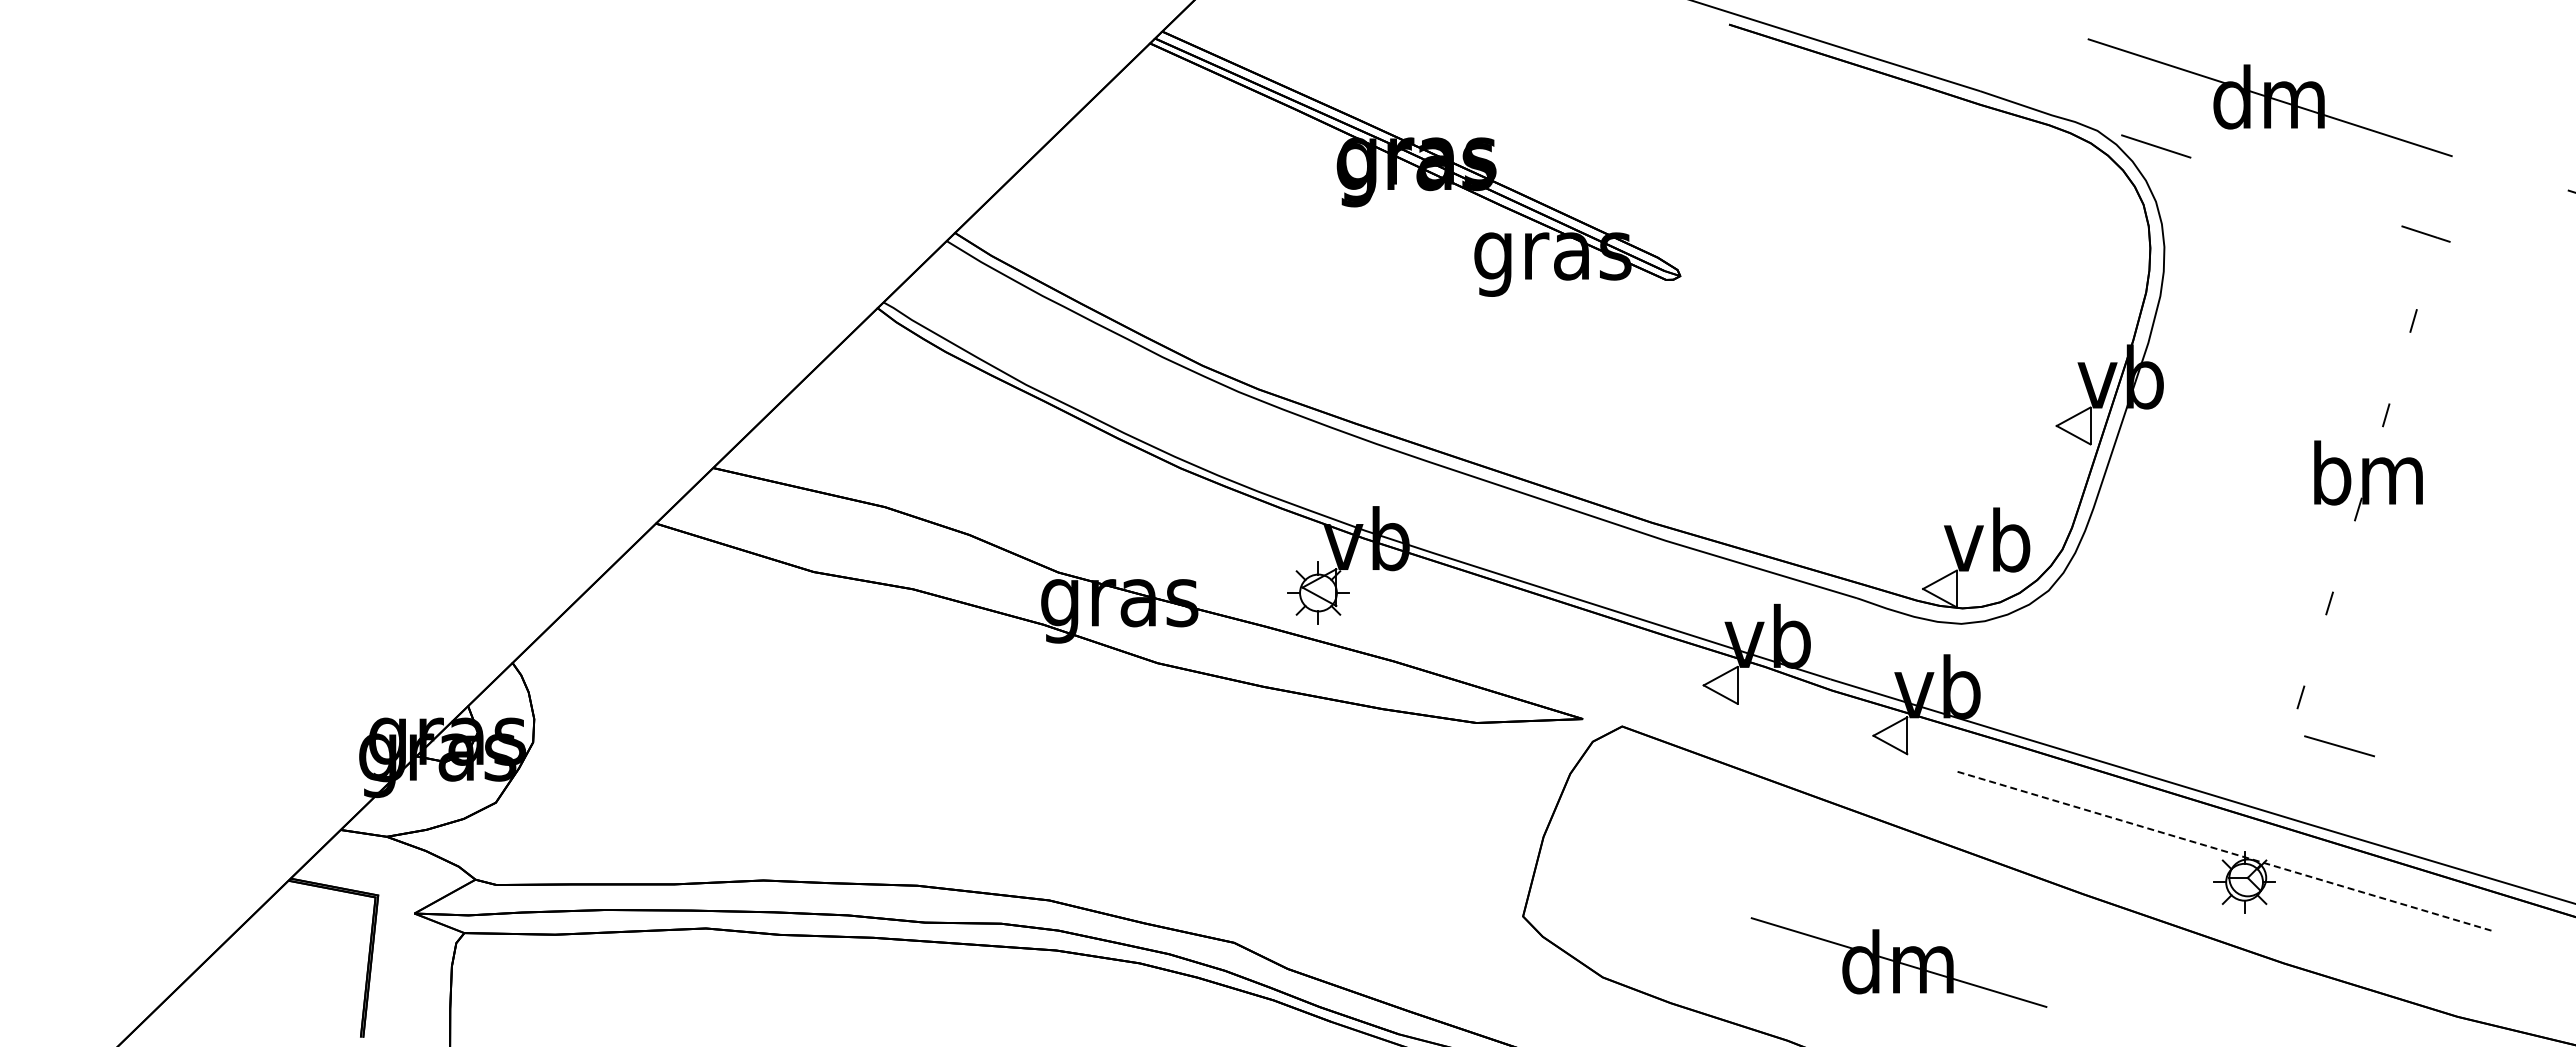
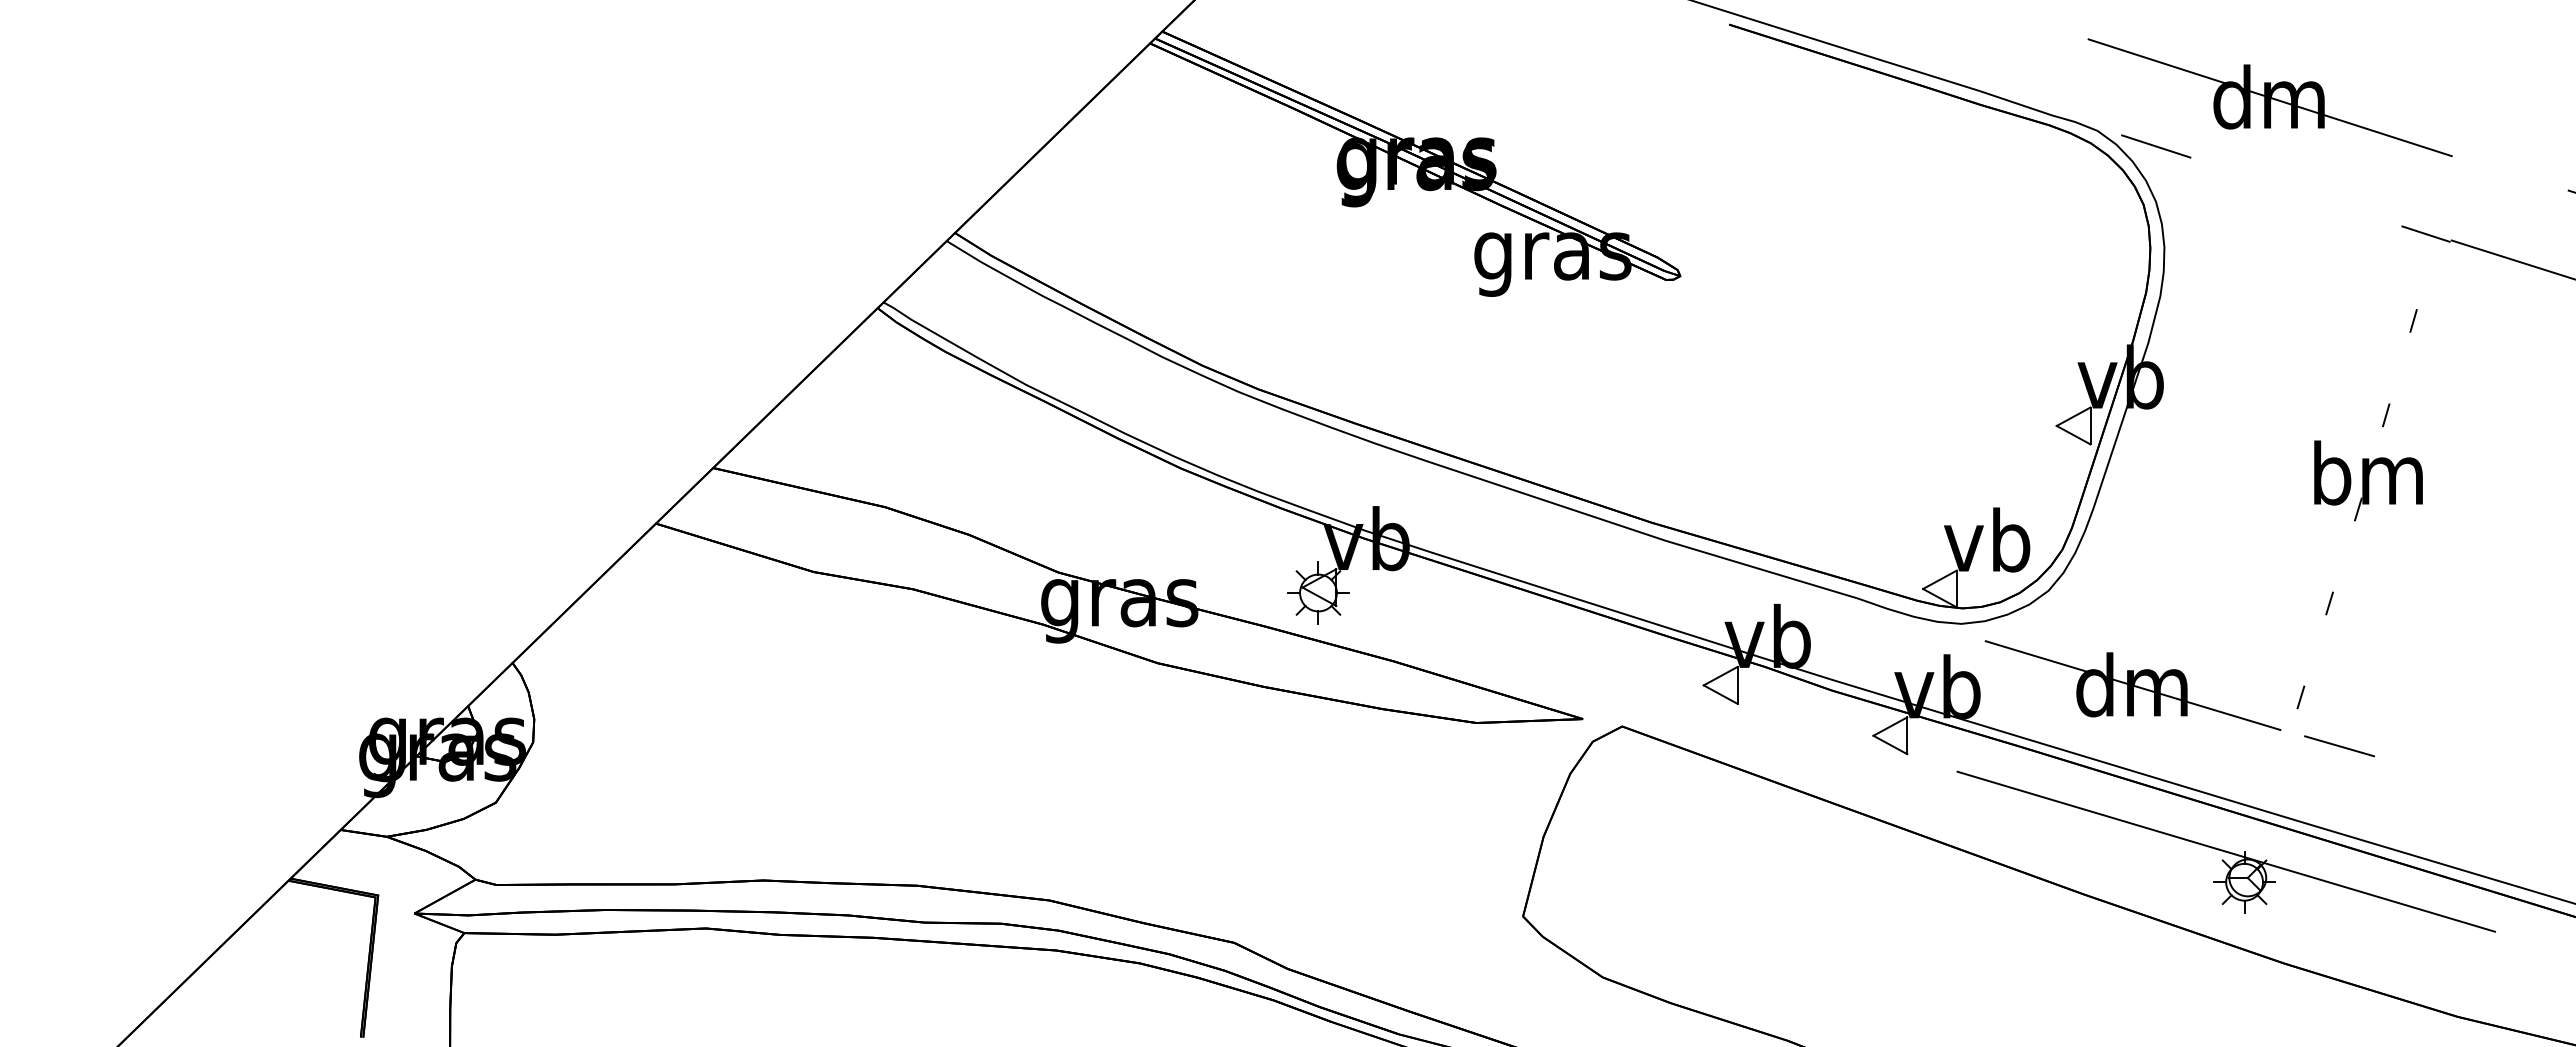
line at (2511, 259): none -> present
line at (2226, 851): dashed -> solid
part at (1898, 962) position: (1898, 962) -> (2132, 685)
